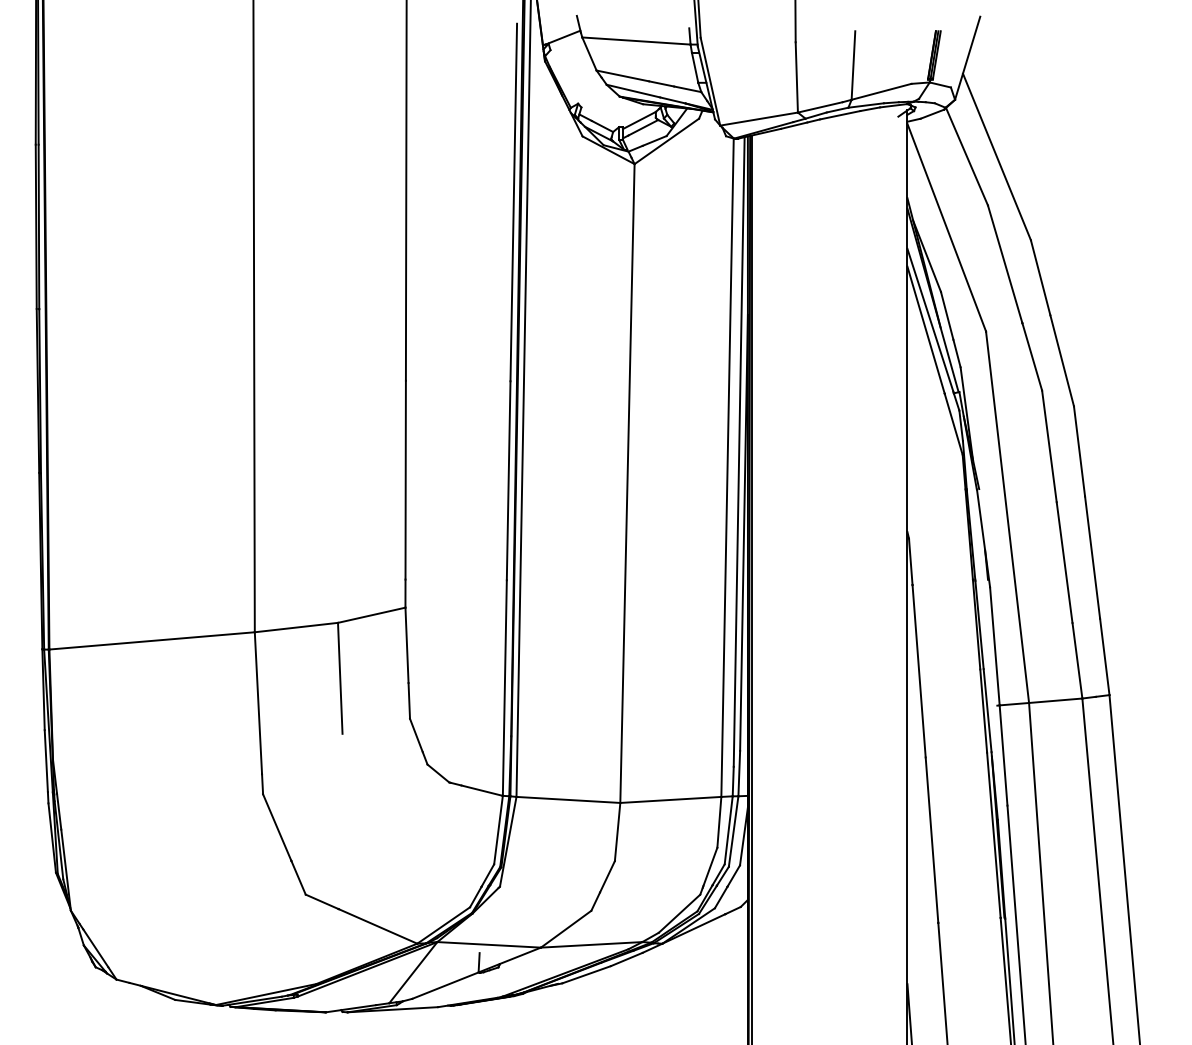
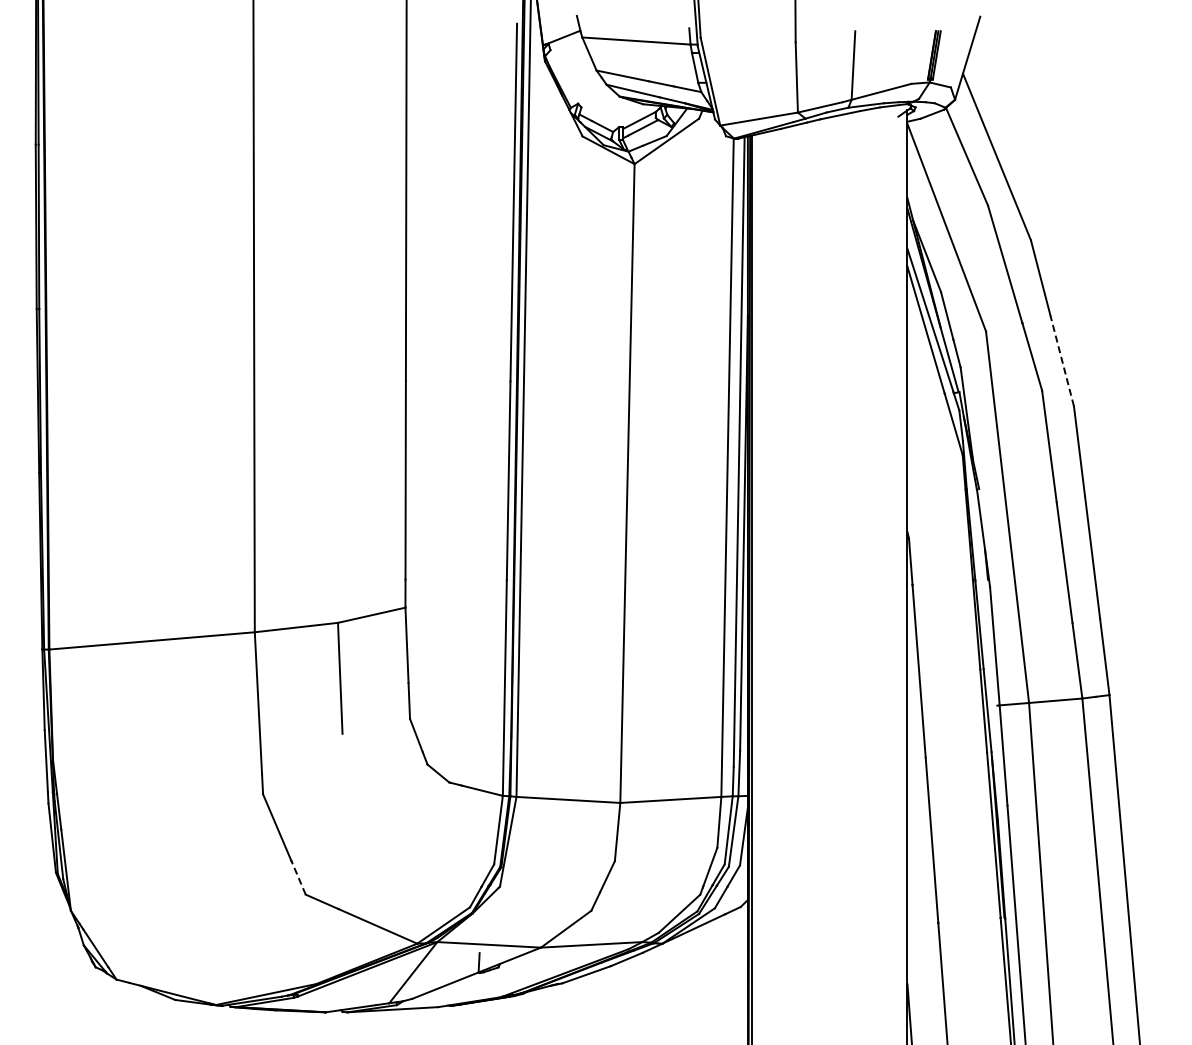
line at (1062, 360): solid -> dashed
line at (298, 877): solid -> dashed
